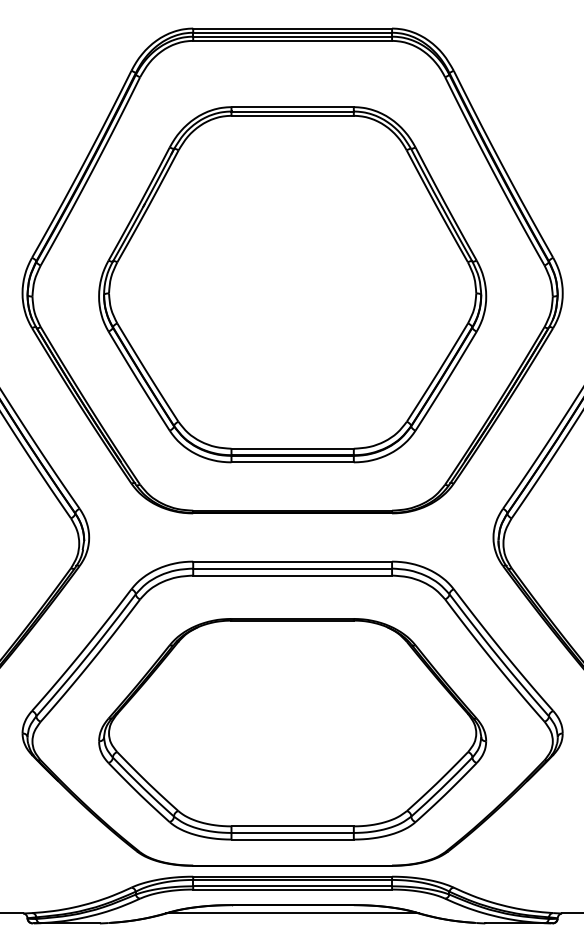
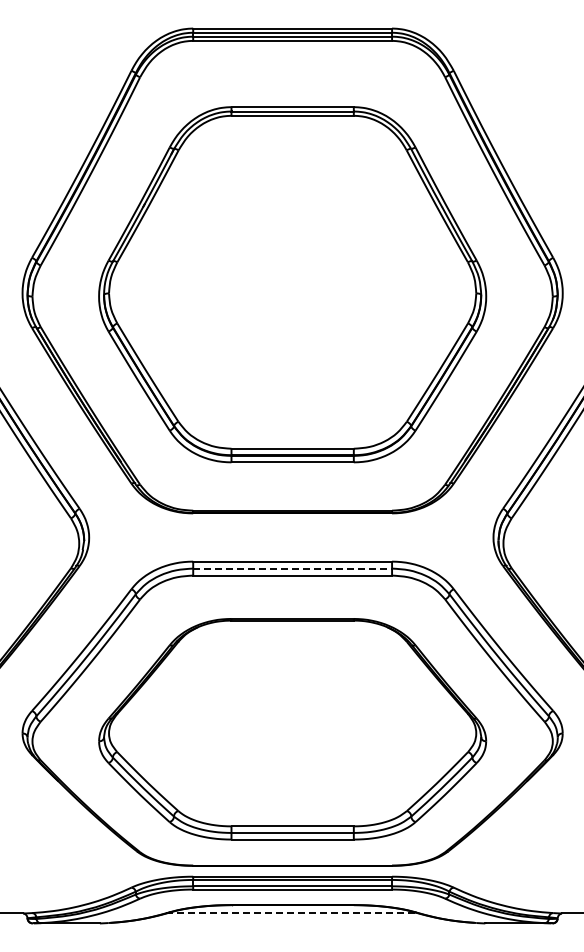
line at (293, 568): solid -> dashed
line at (293, 913): solid -> dashed
